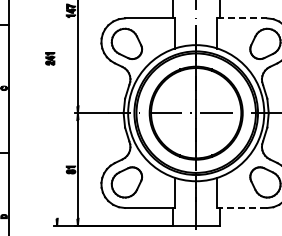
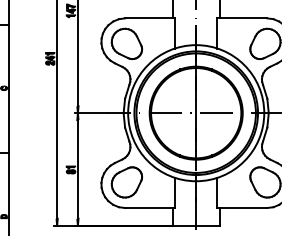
line at (242, 18): dashed -> solid
line at (57, 110): none -> present
line at (241, 208): dashed -> solid
